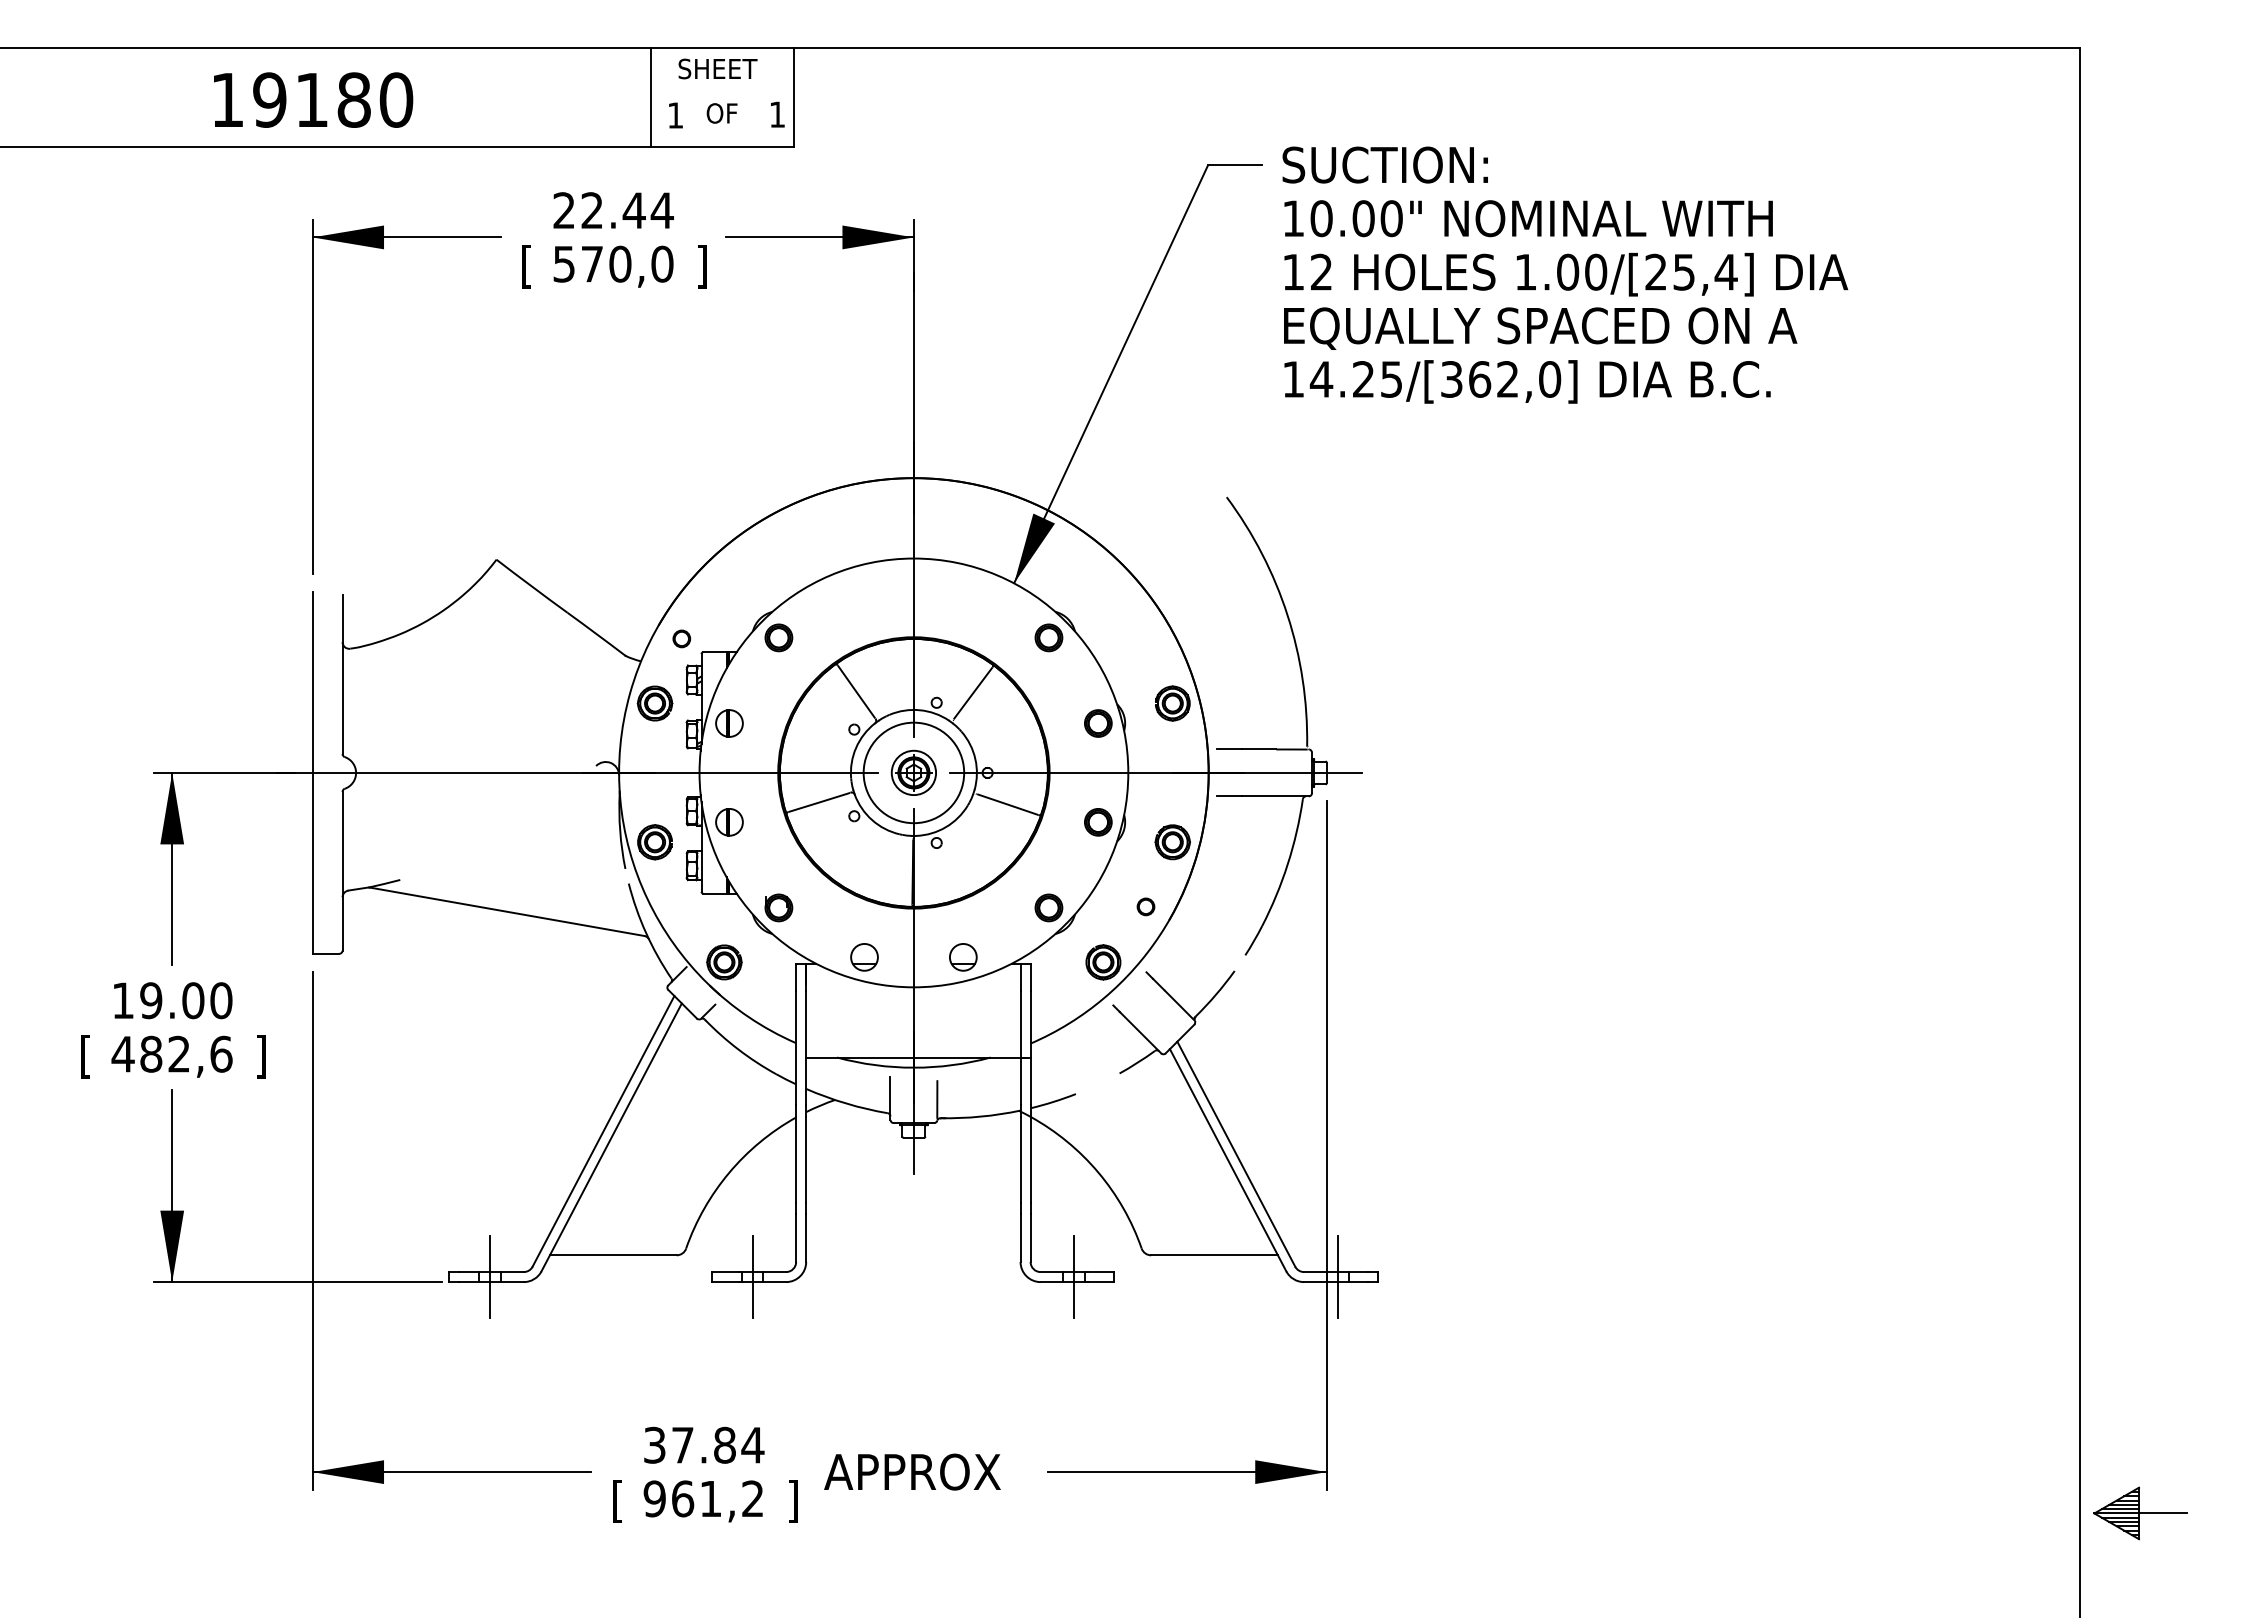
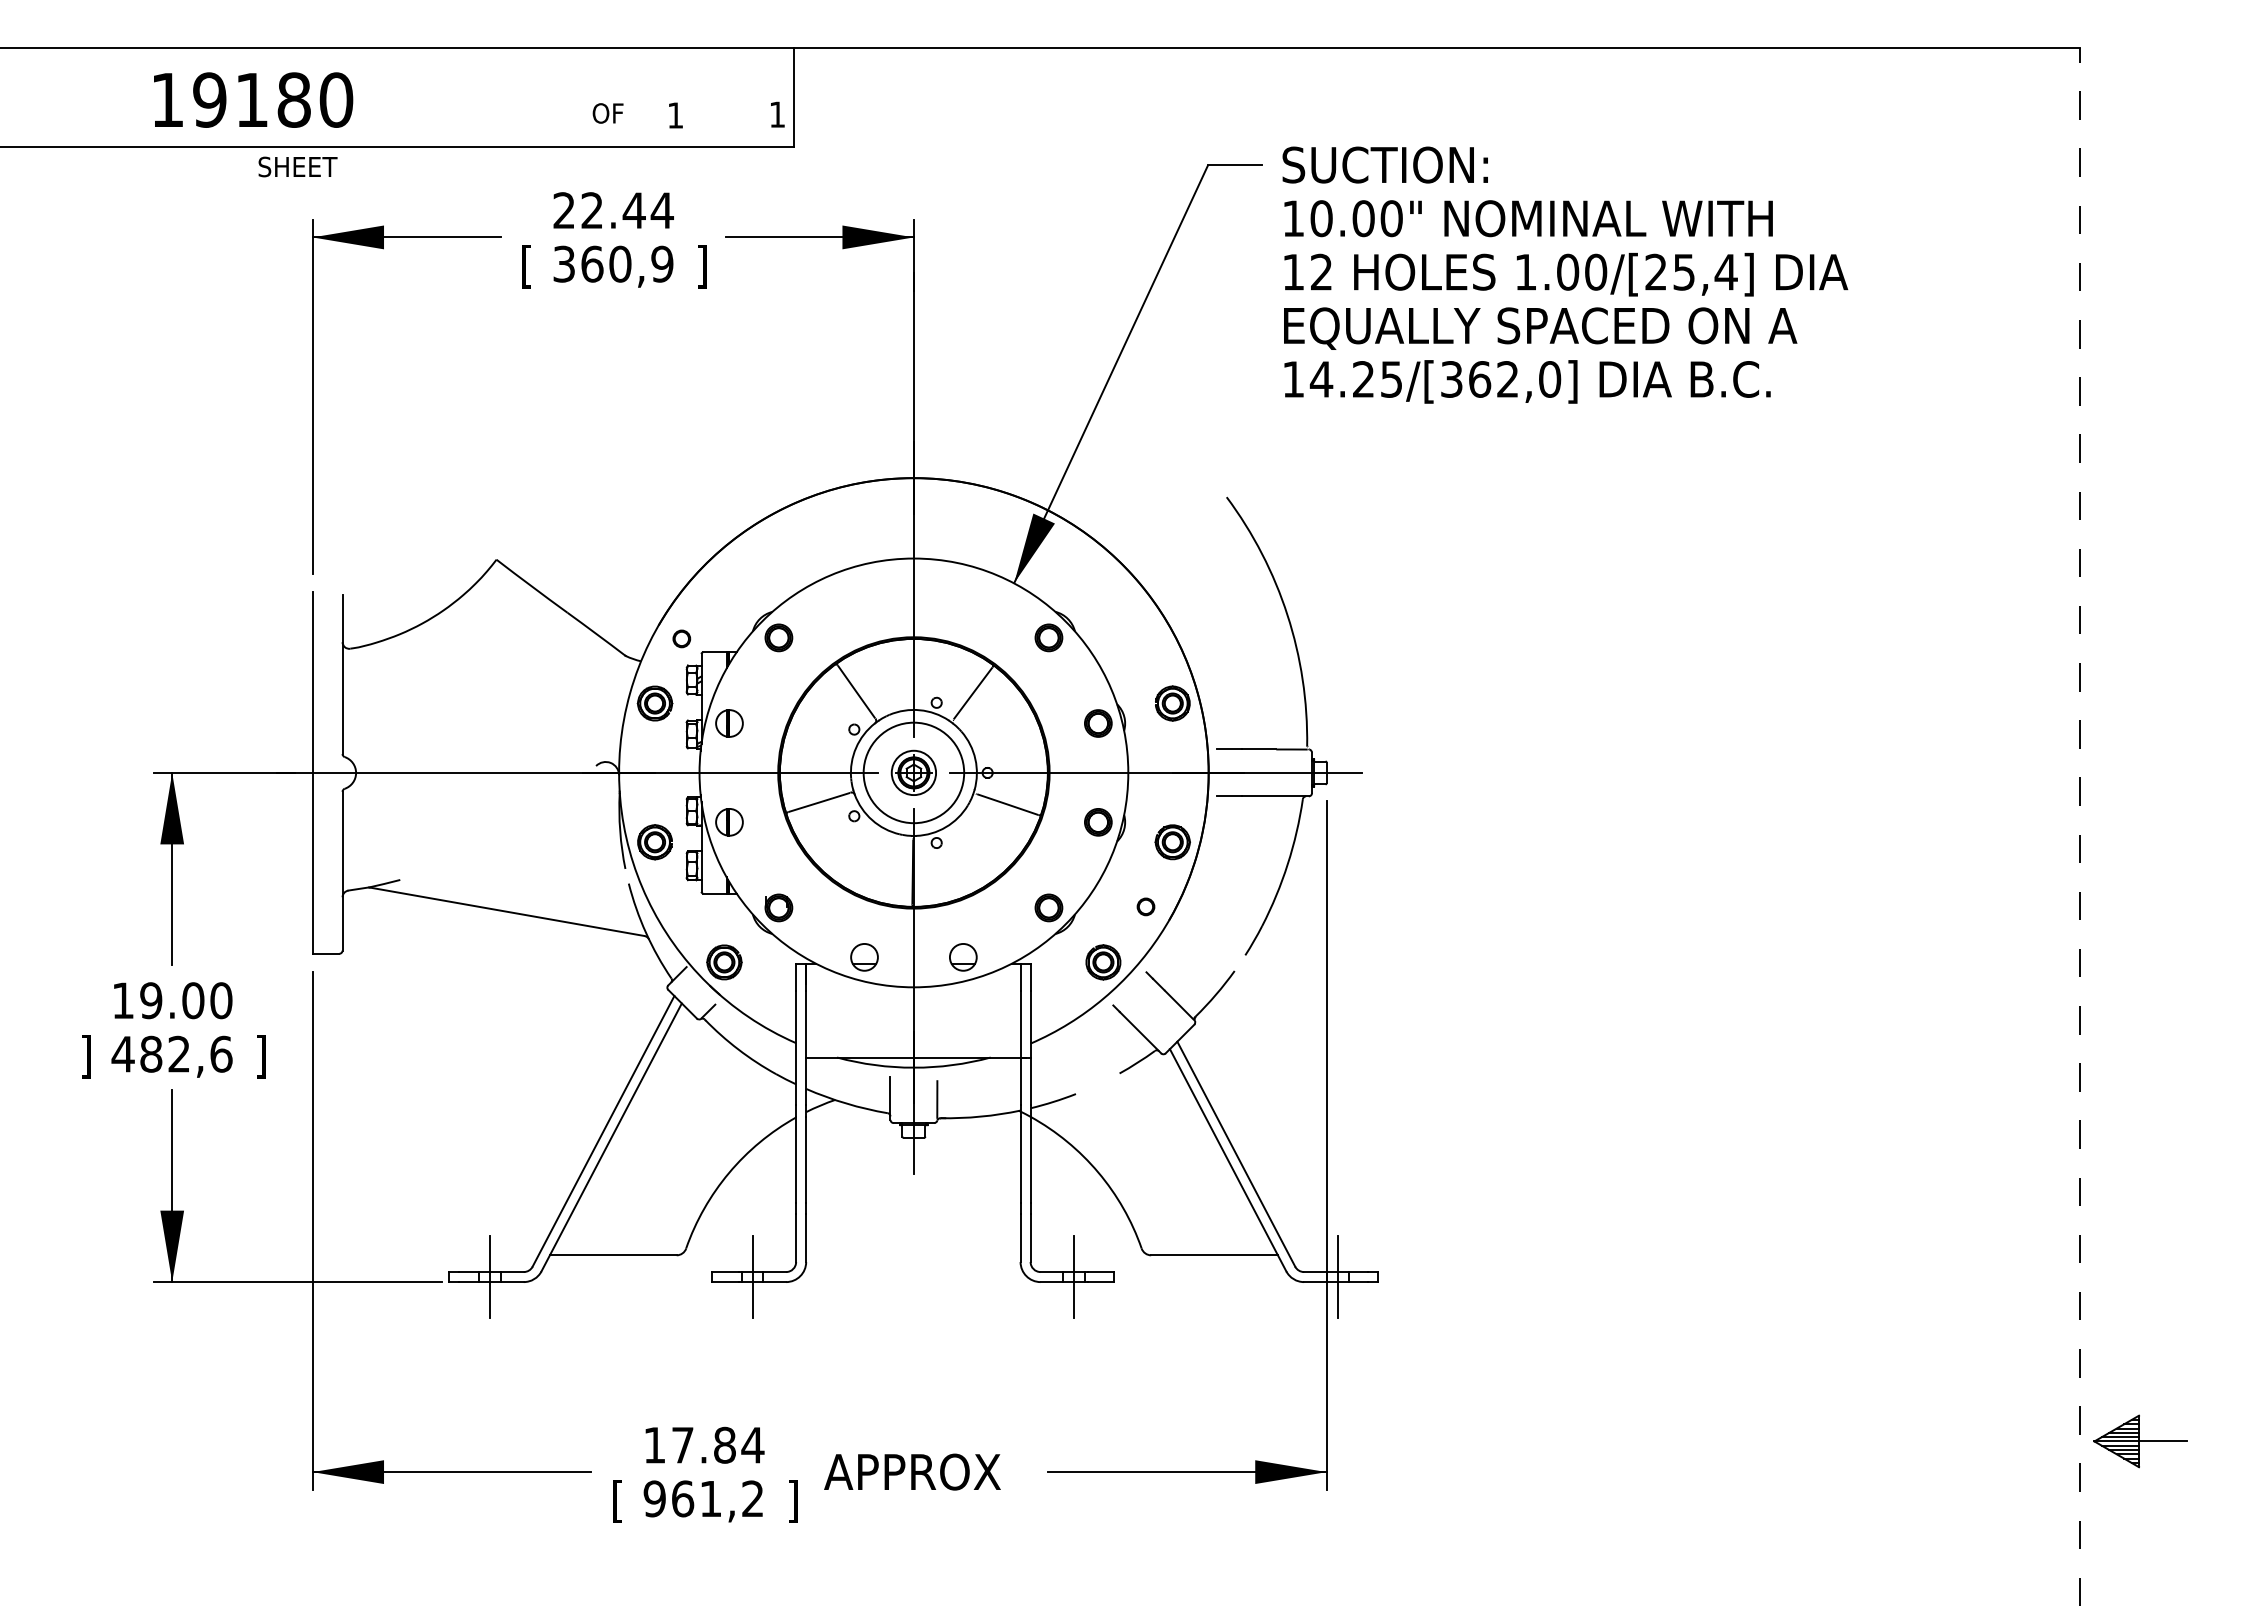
text at (717, 68) position: (717, 68) -> (297, 166)
line at (650, 97): present -> none
text at (313, 99) position: (313, 99) -> (253, 99)
text at (721, 113) position: (721, 113) -> (607, 113)
text at (613, 263): 570,0 -> 360,9
line at (2080, 833): solid -> dashed
text at (85, 1056): [ -> ]
text at (654, 1444): 37.84 -> 17.84
part at (2140, 1513) position: (2140, 1513) -> (2140, 1441)
